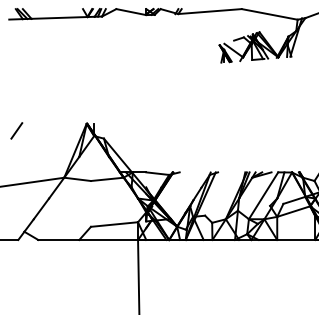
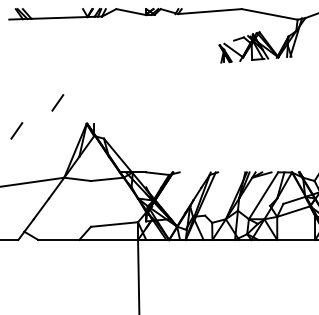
line at (57, 102): none -> present
